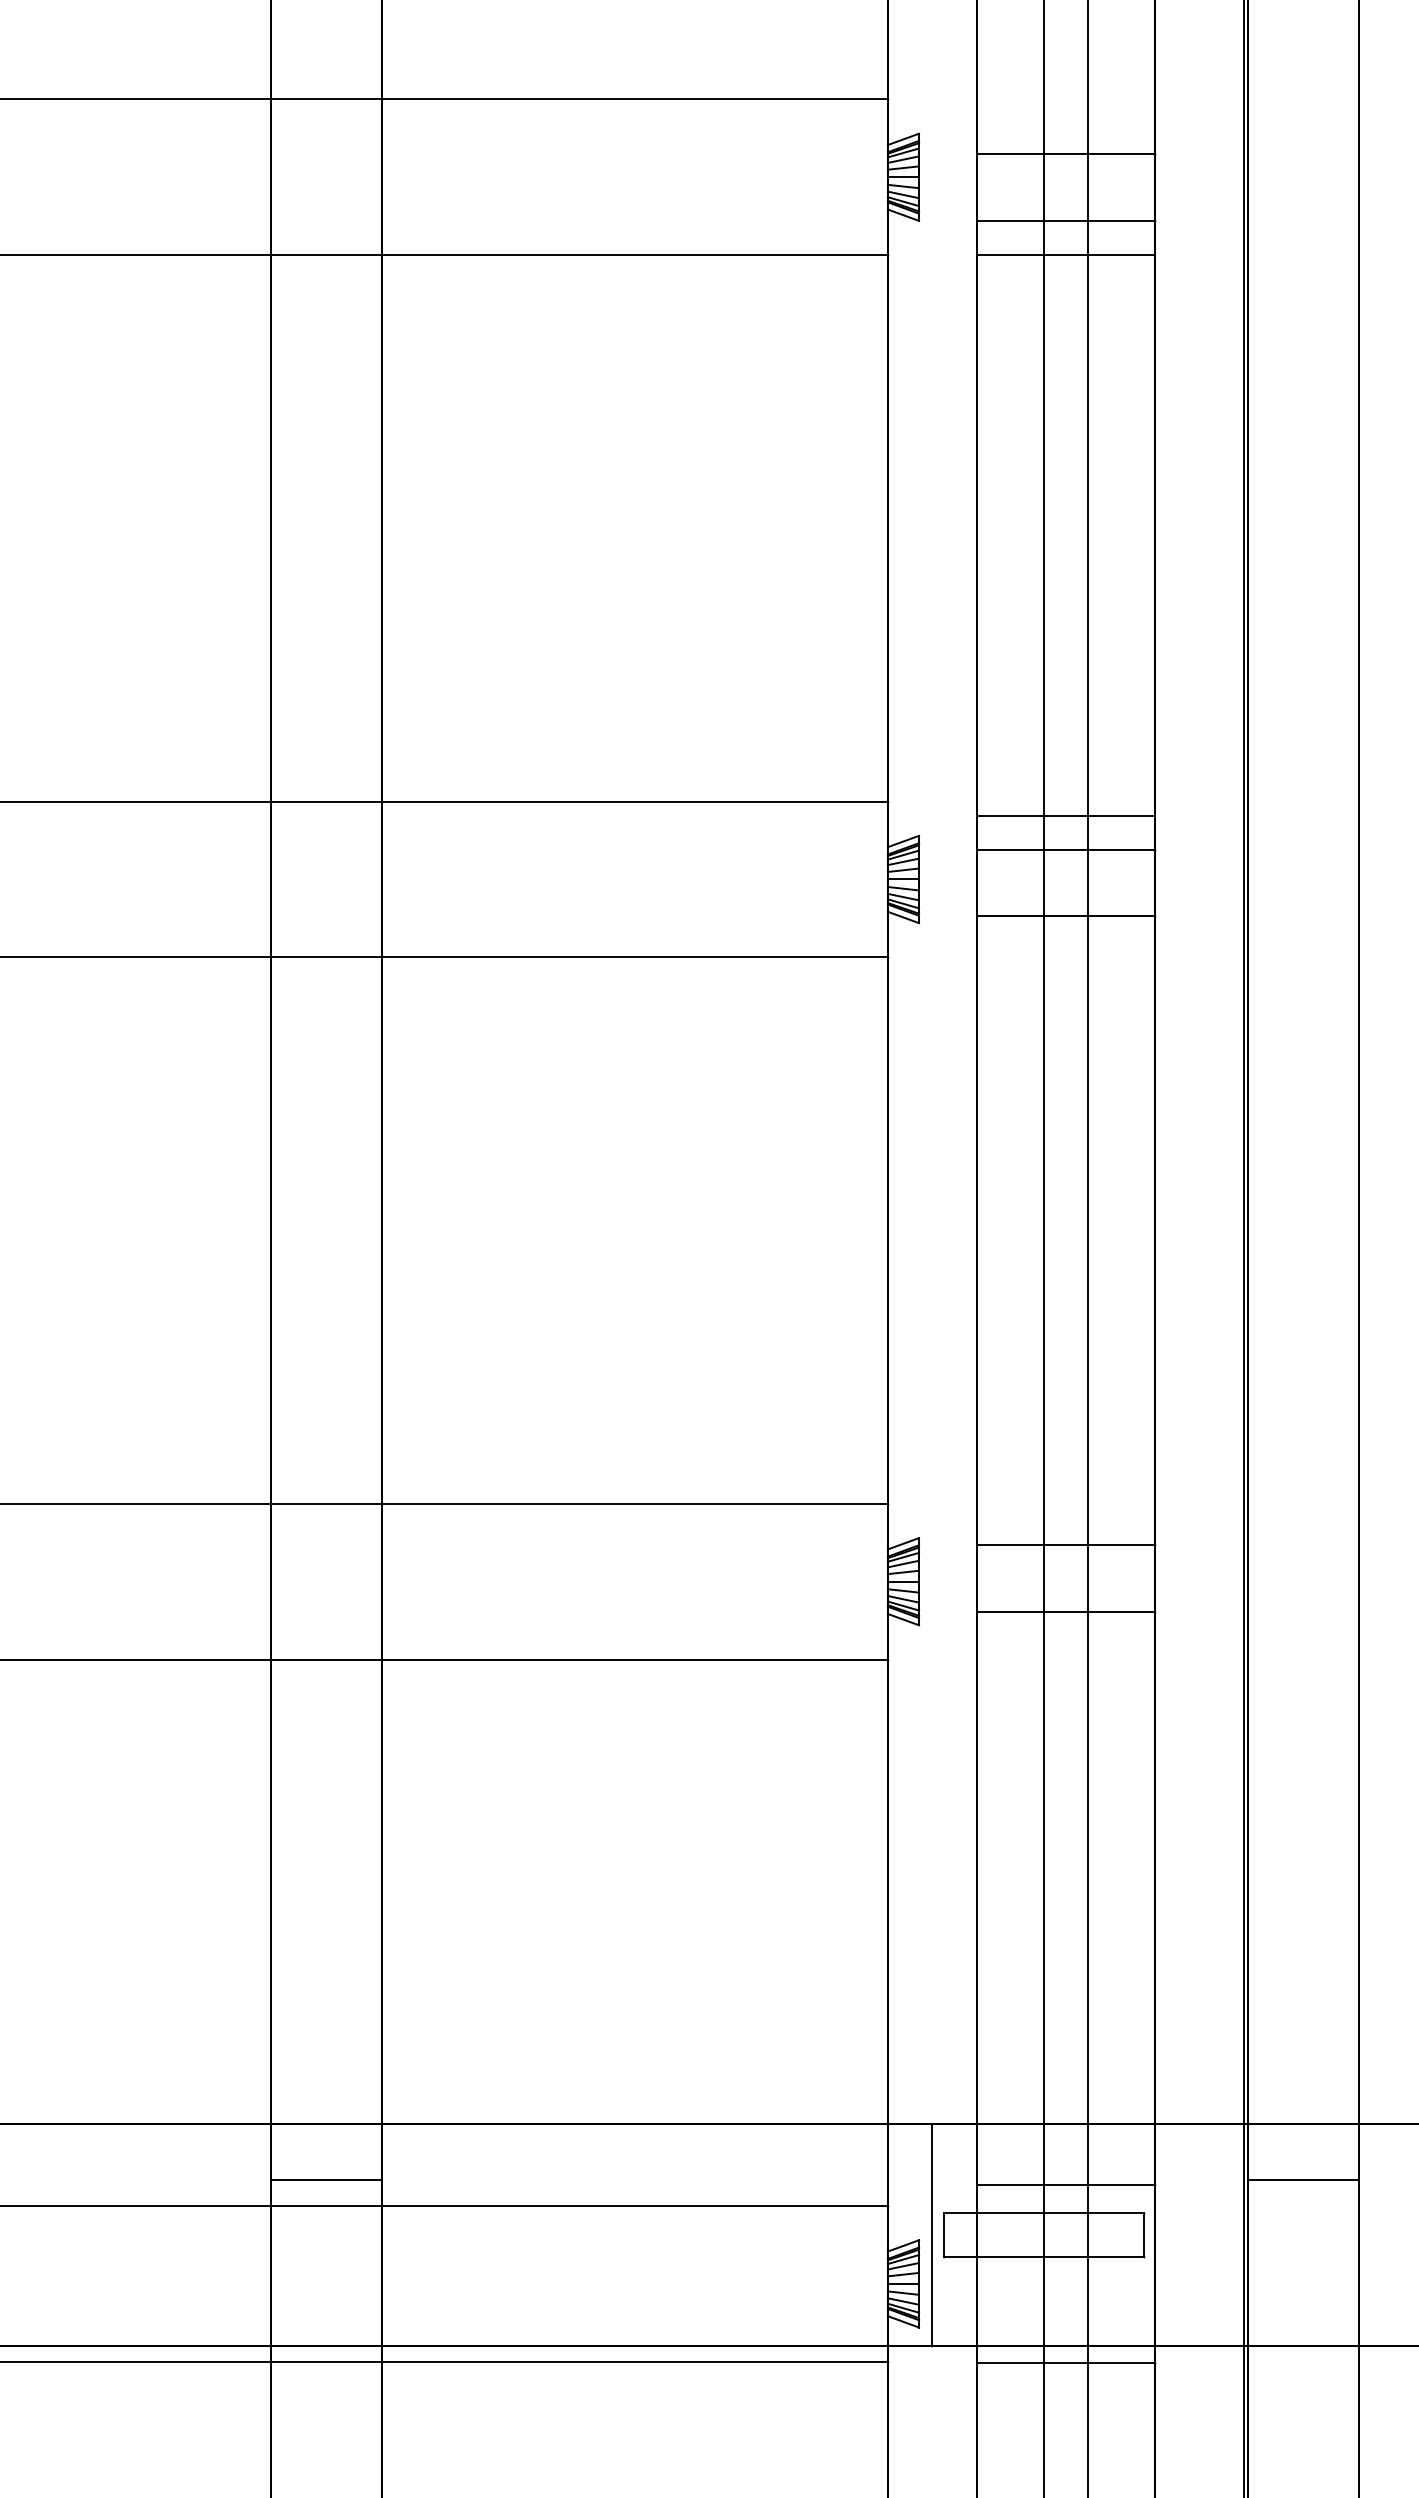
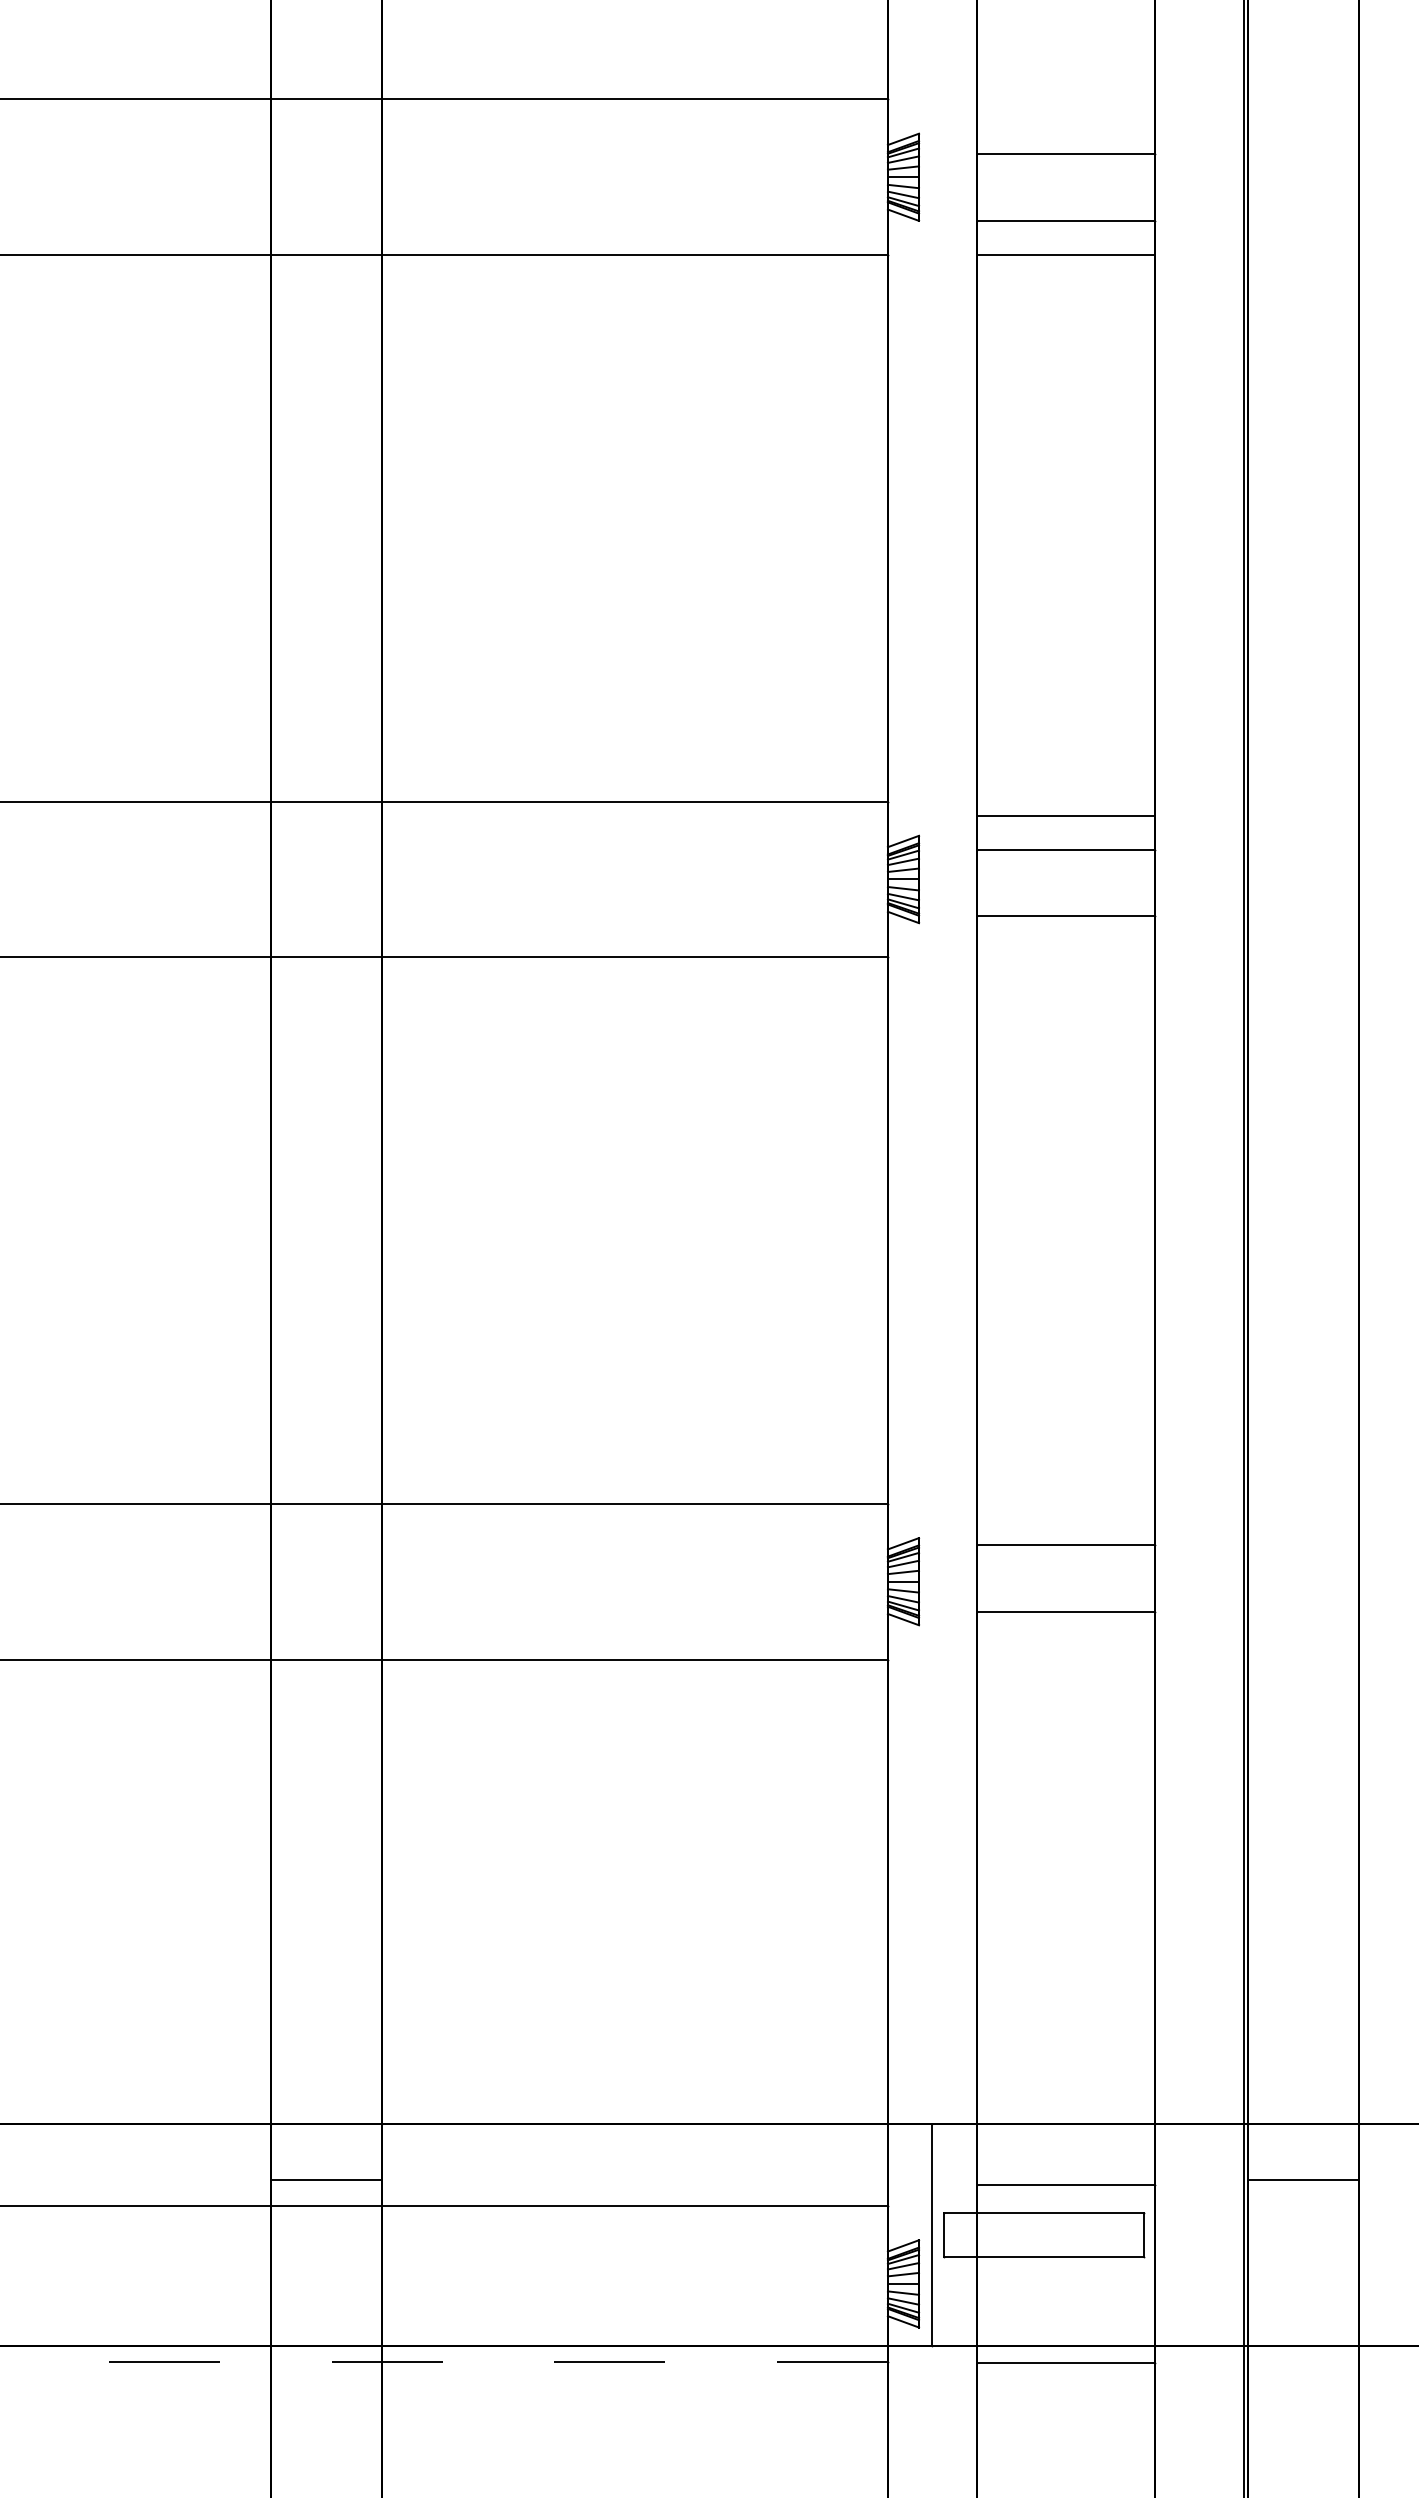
line at (1043, 1248): present -> none
line at (1088, 1248): present -> none
line at (443, 2361): solid -> dashed
